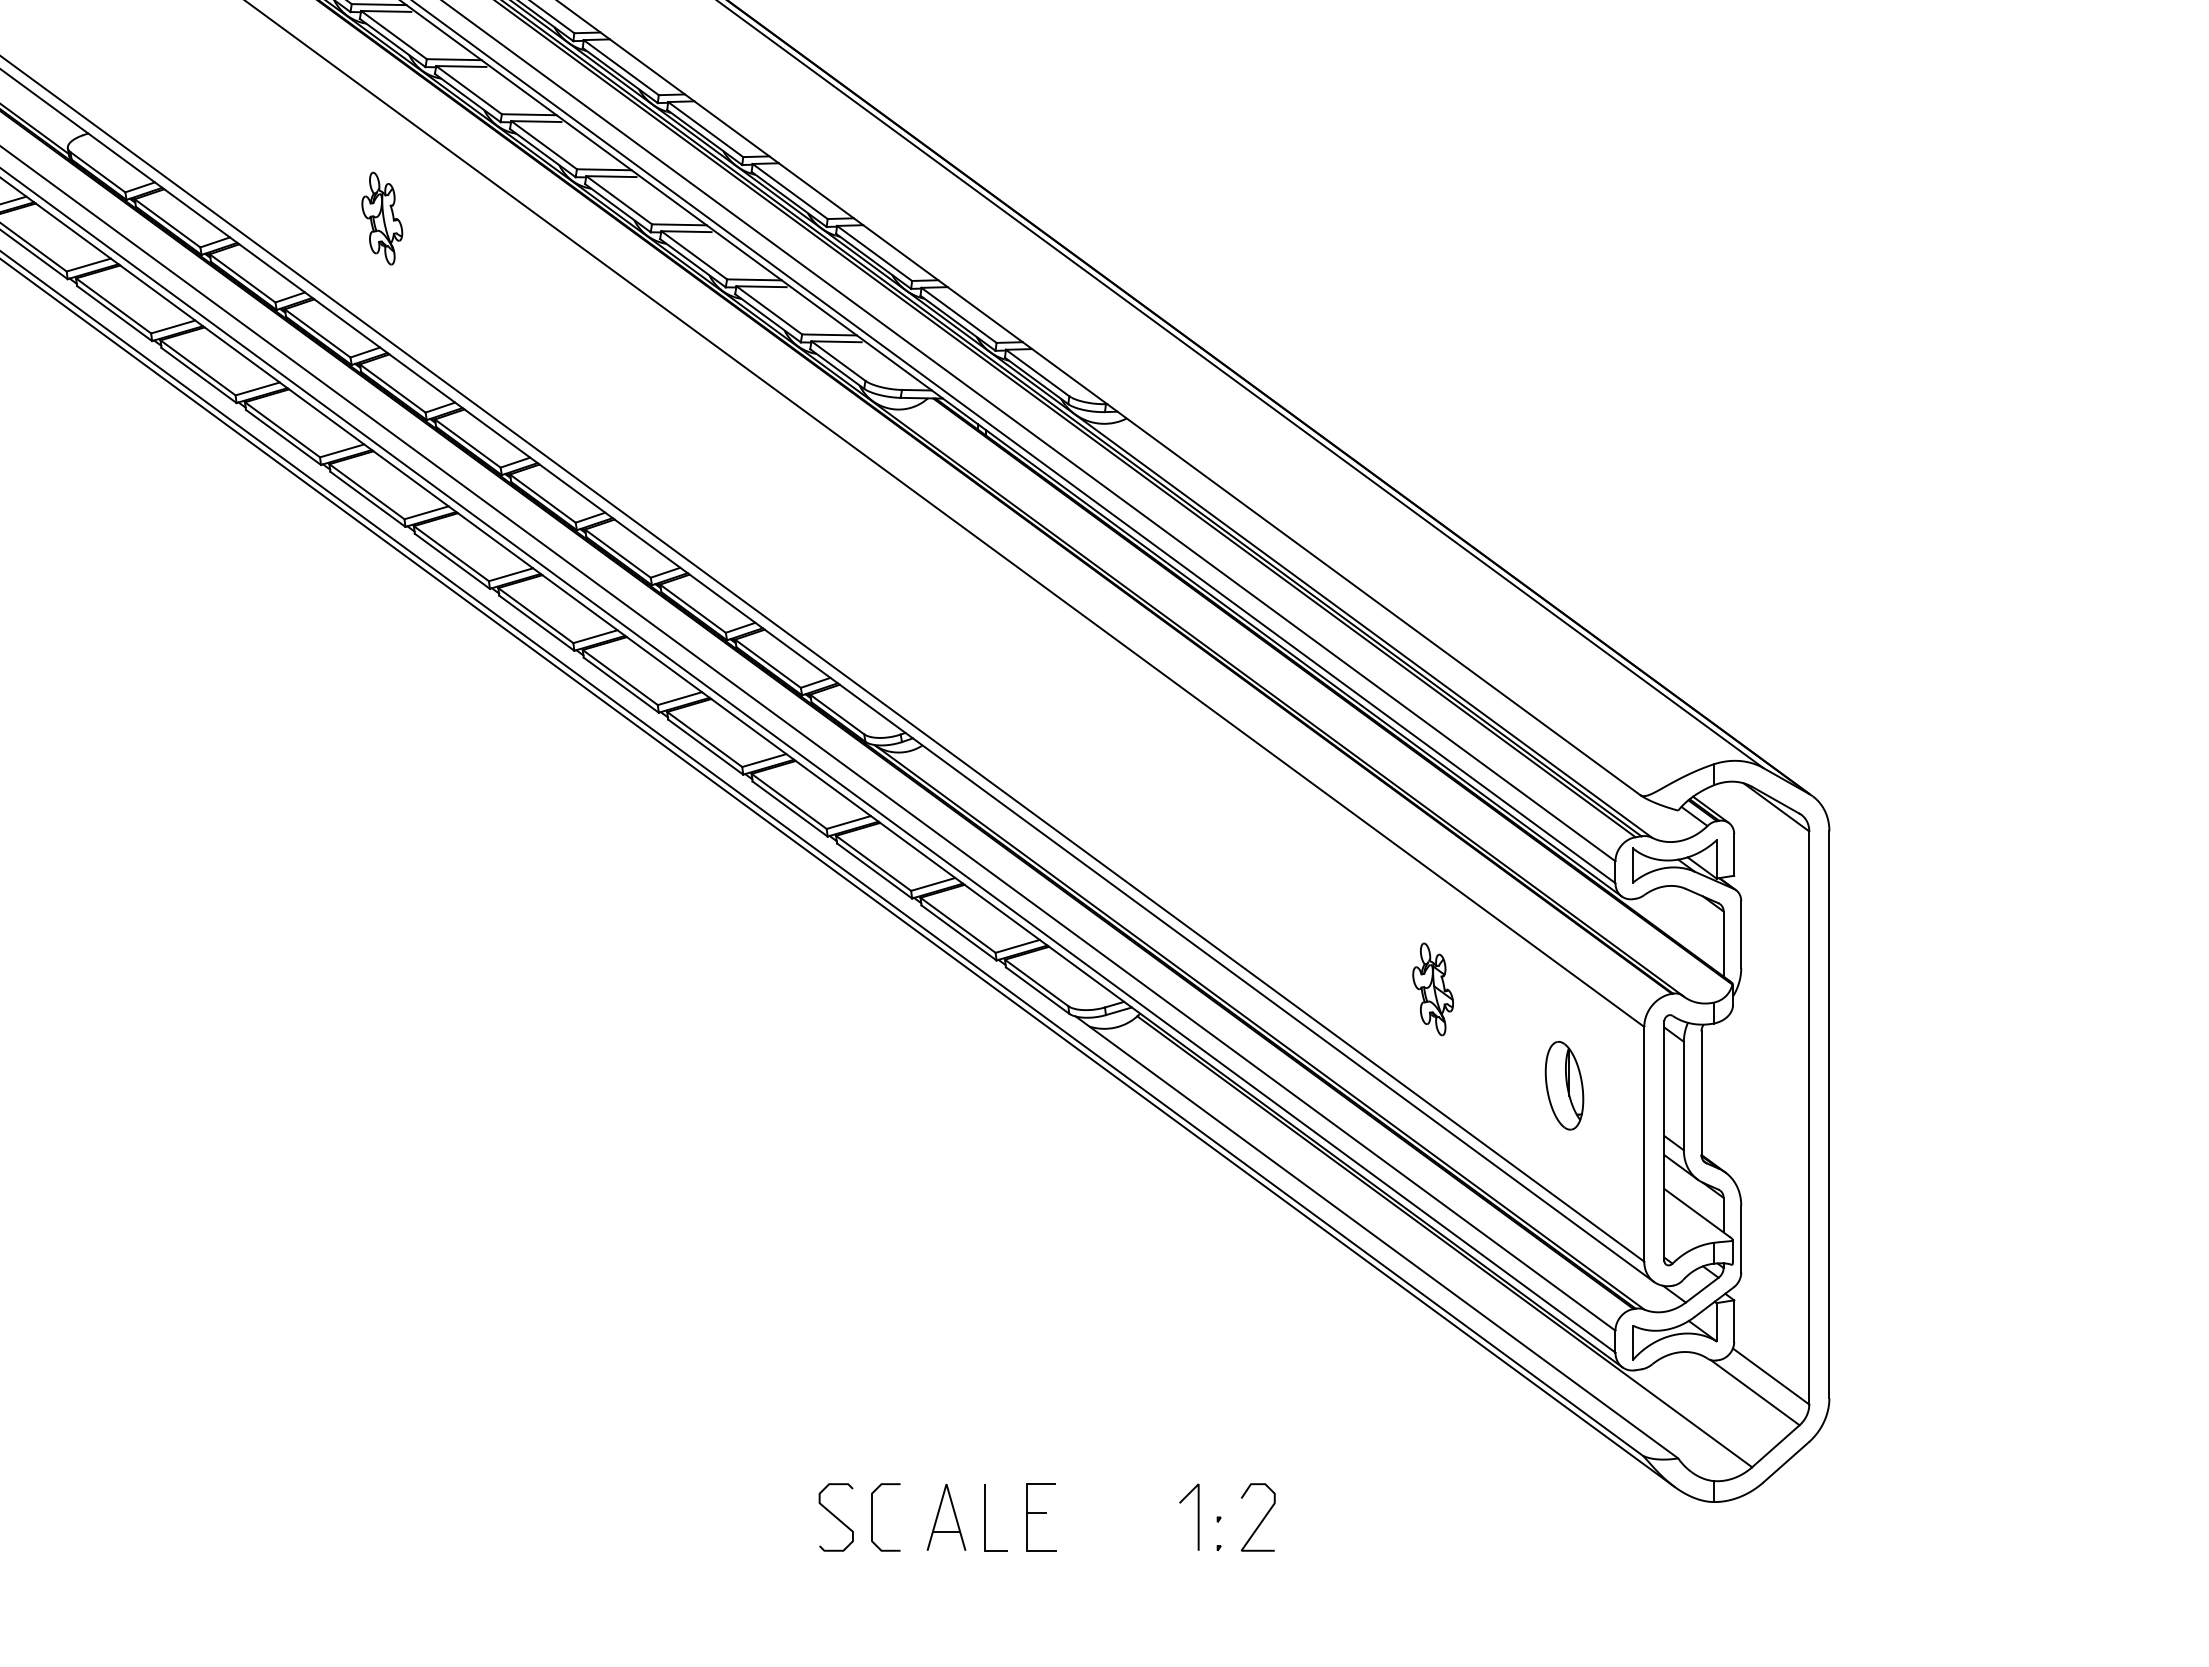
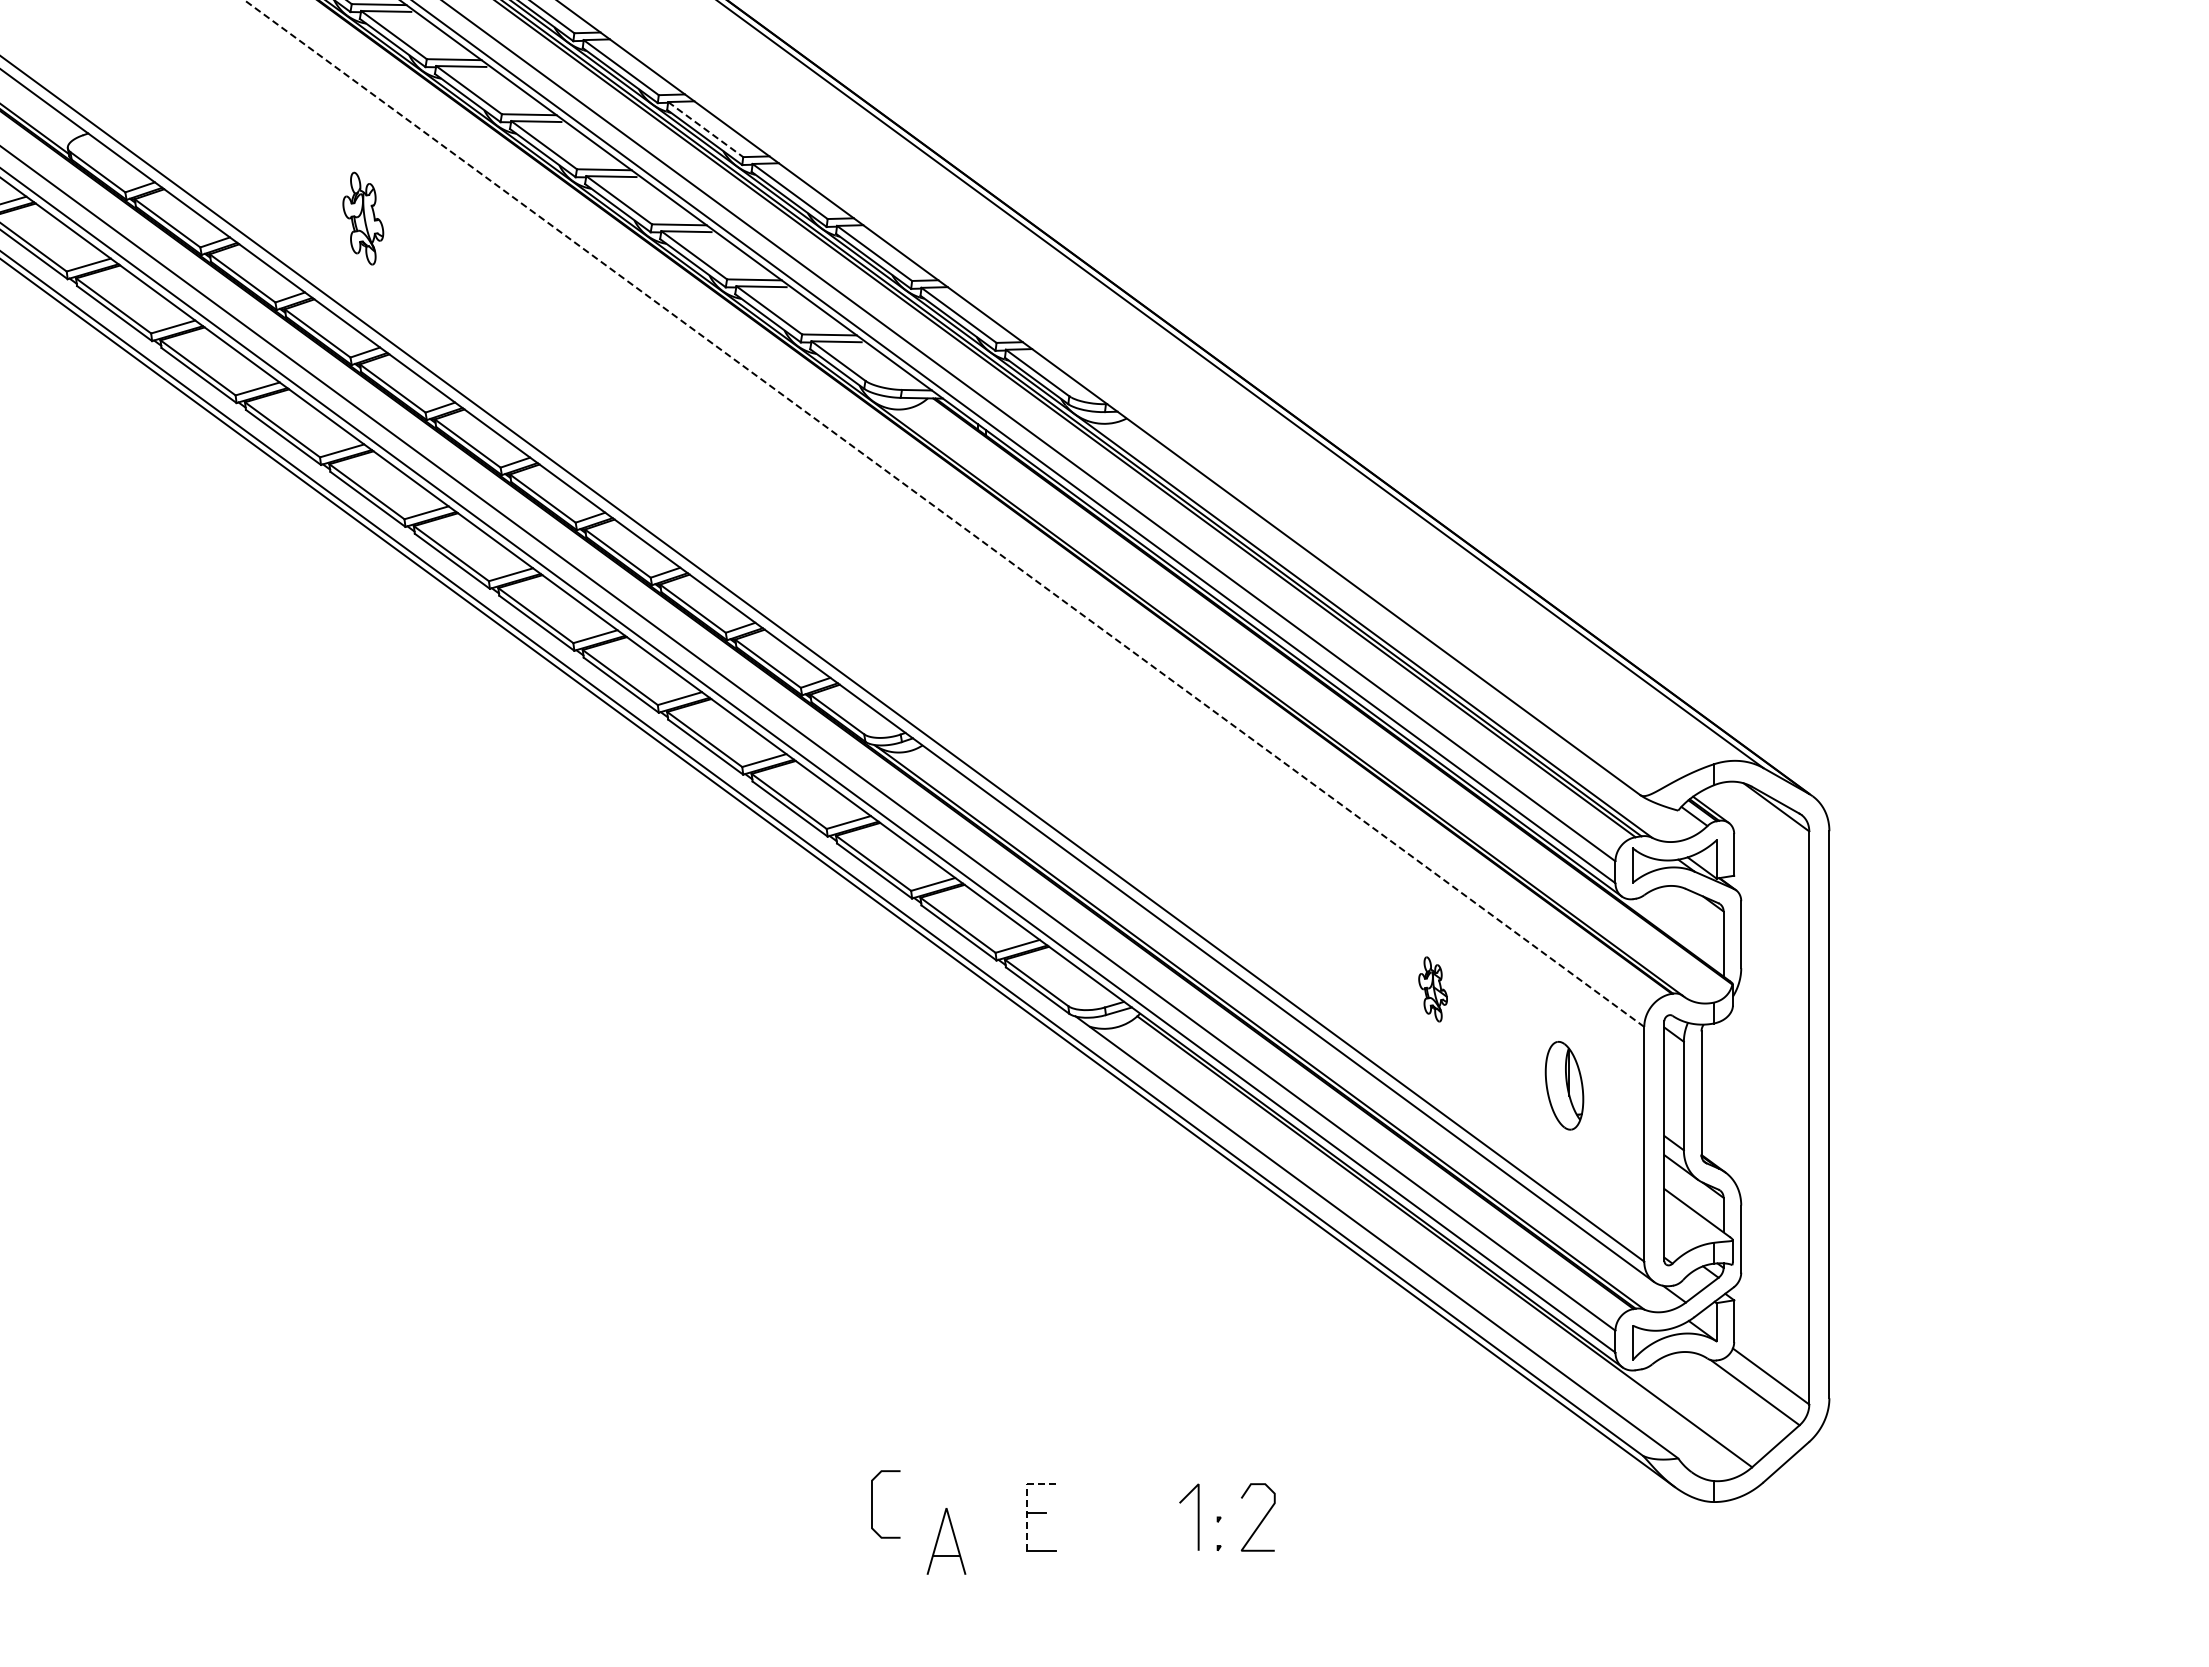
line at (705, 129): solid -> dashed
part at (382, 218) position: (382, 218) -> (363, 218)
line at (944, 513): solid -> dashed
part at (1432, 989) size: 42x95 px -> 30x67 px
line at (1027, 1502): solid -> dashed
curve at (835, 1517): present -> none
curve at (872, 1517) position: (872, 1517) -> (872, 1504)
part at (946, 1517) position: (946, 1517) -> (946, 1541)
line at (985, 1517): present -> none
